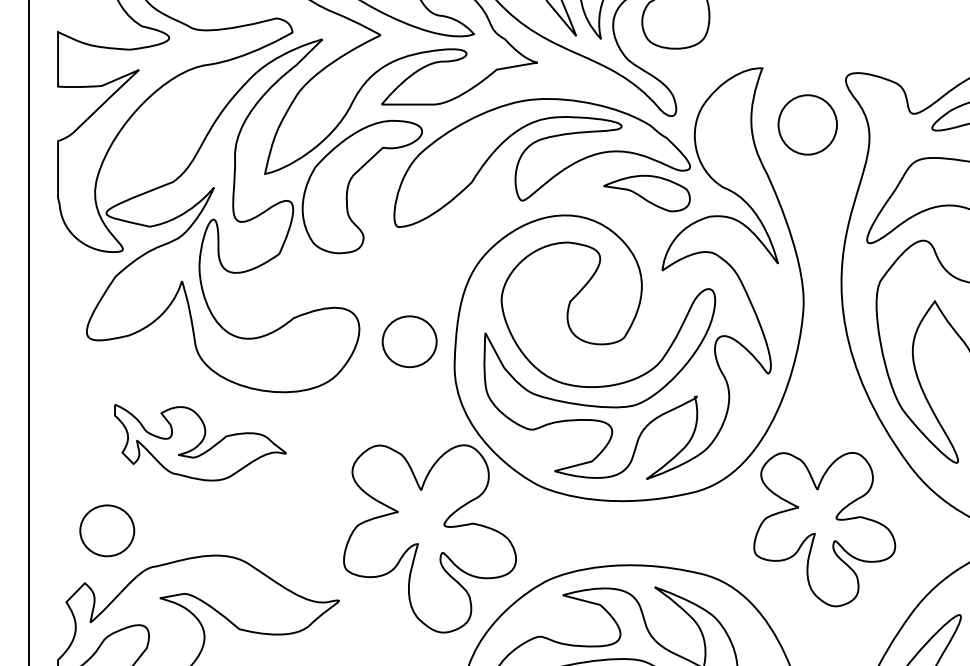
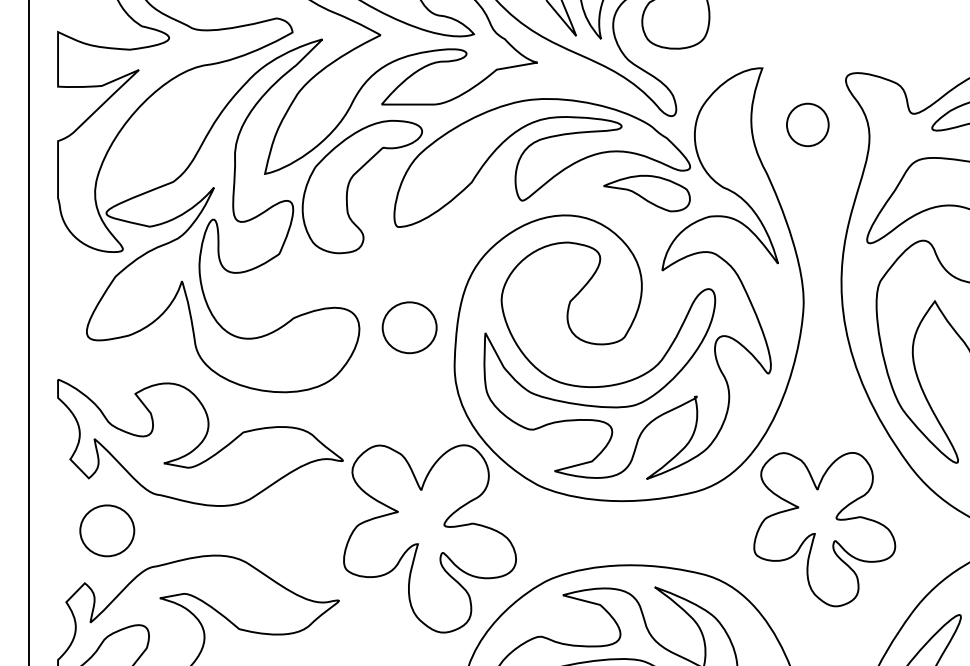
part at (807, 124) size: 61x62 px -> 44x46 px
part at (409, 341) position: (409, 341) -> (409, 327)
part at (200, 442) size: 173x78 px -> 287x129 px
